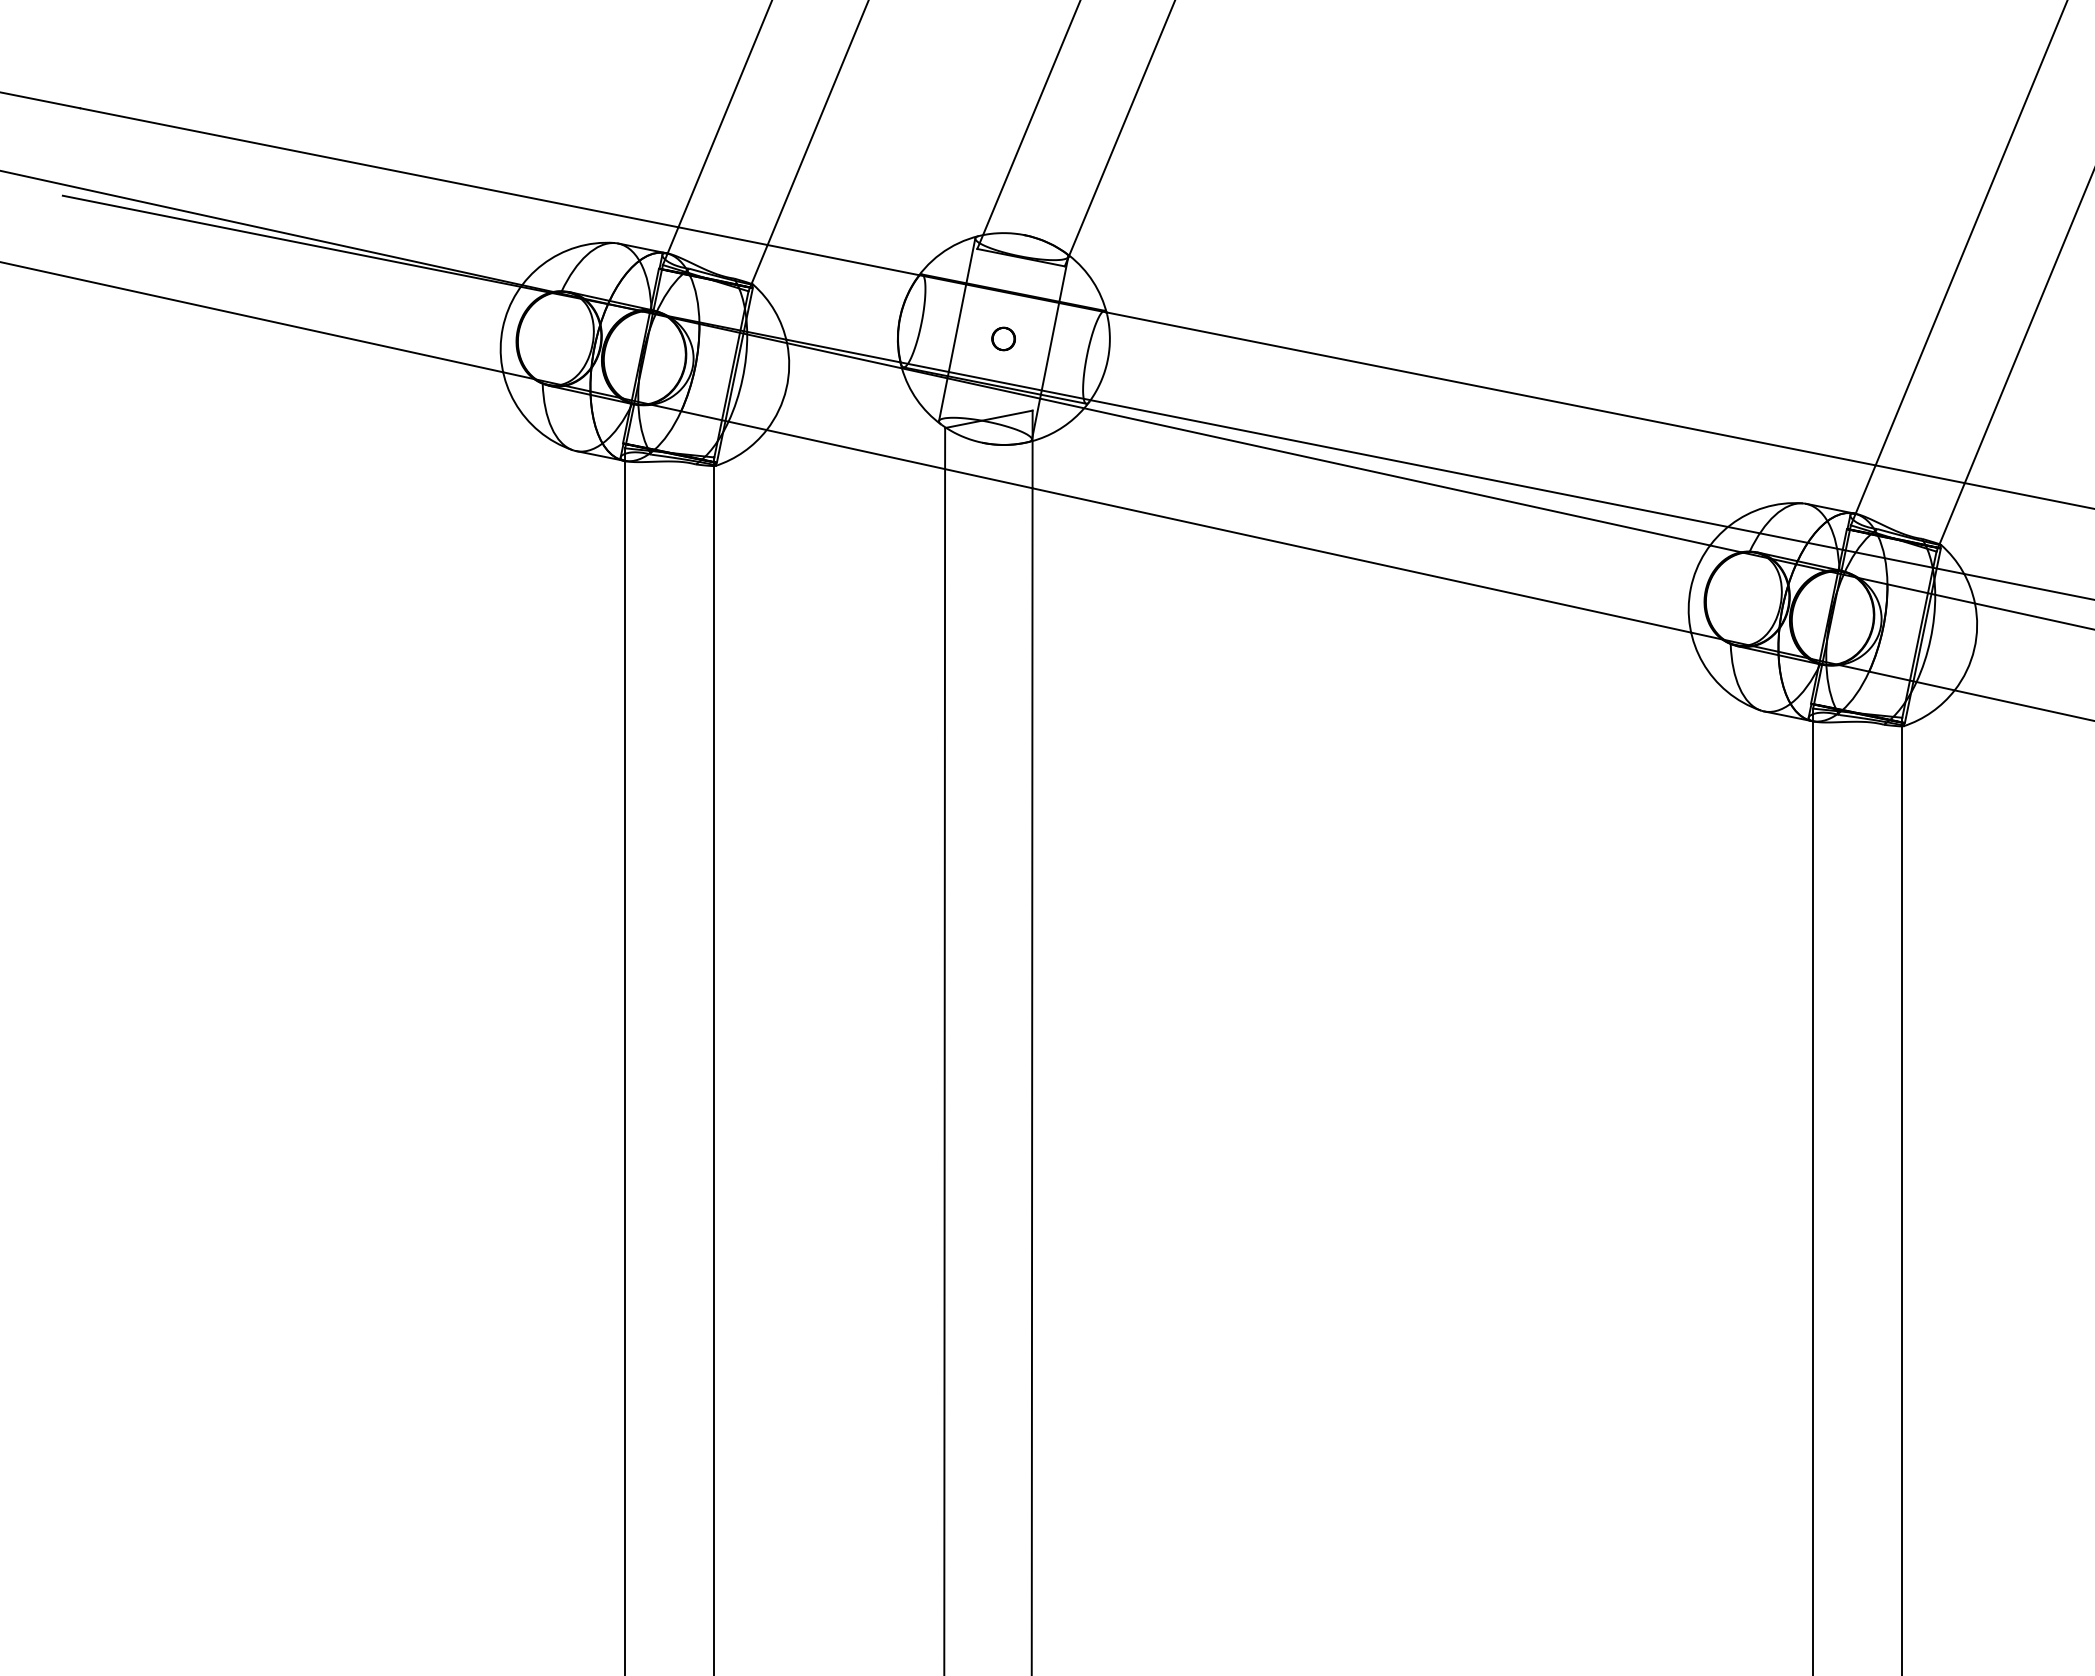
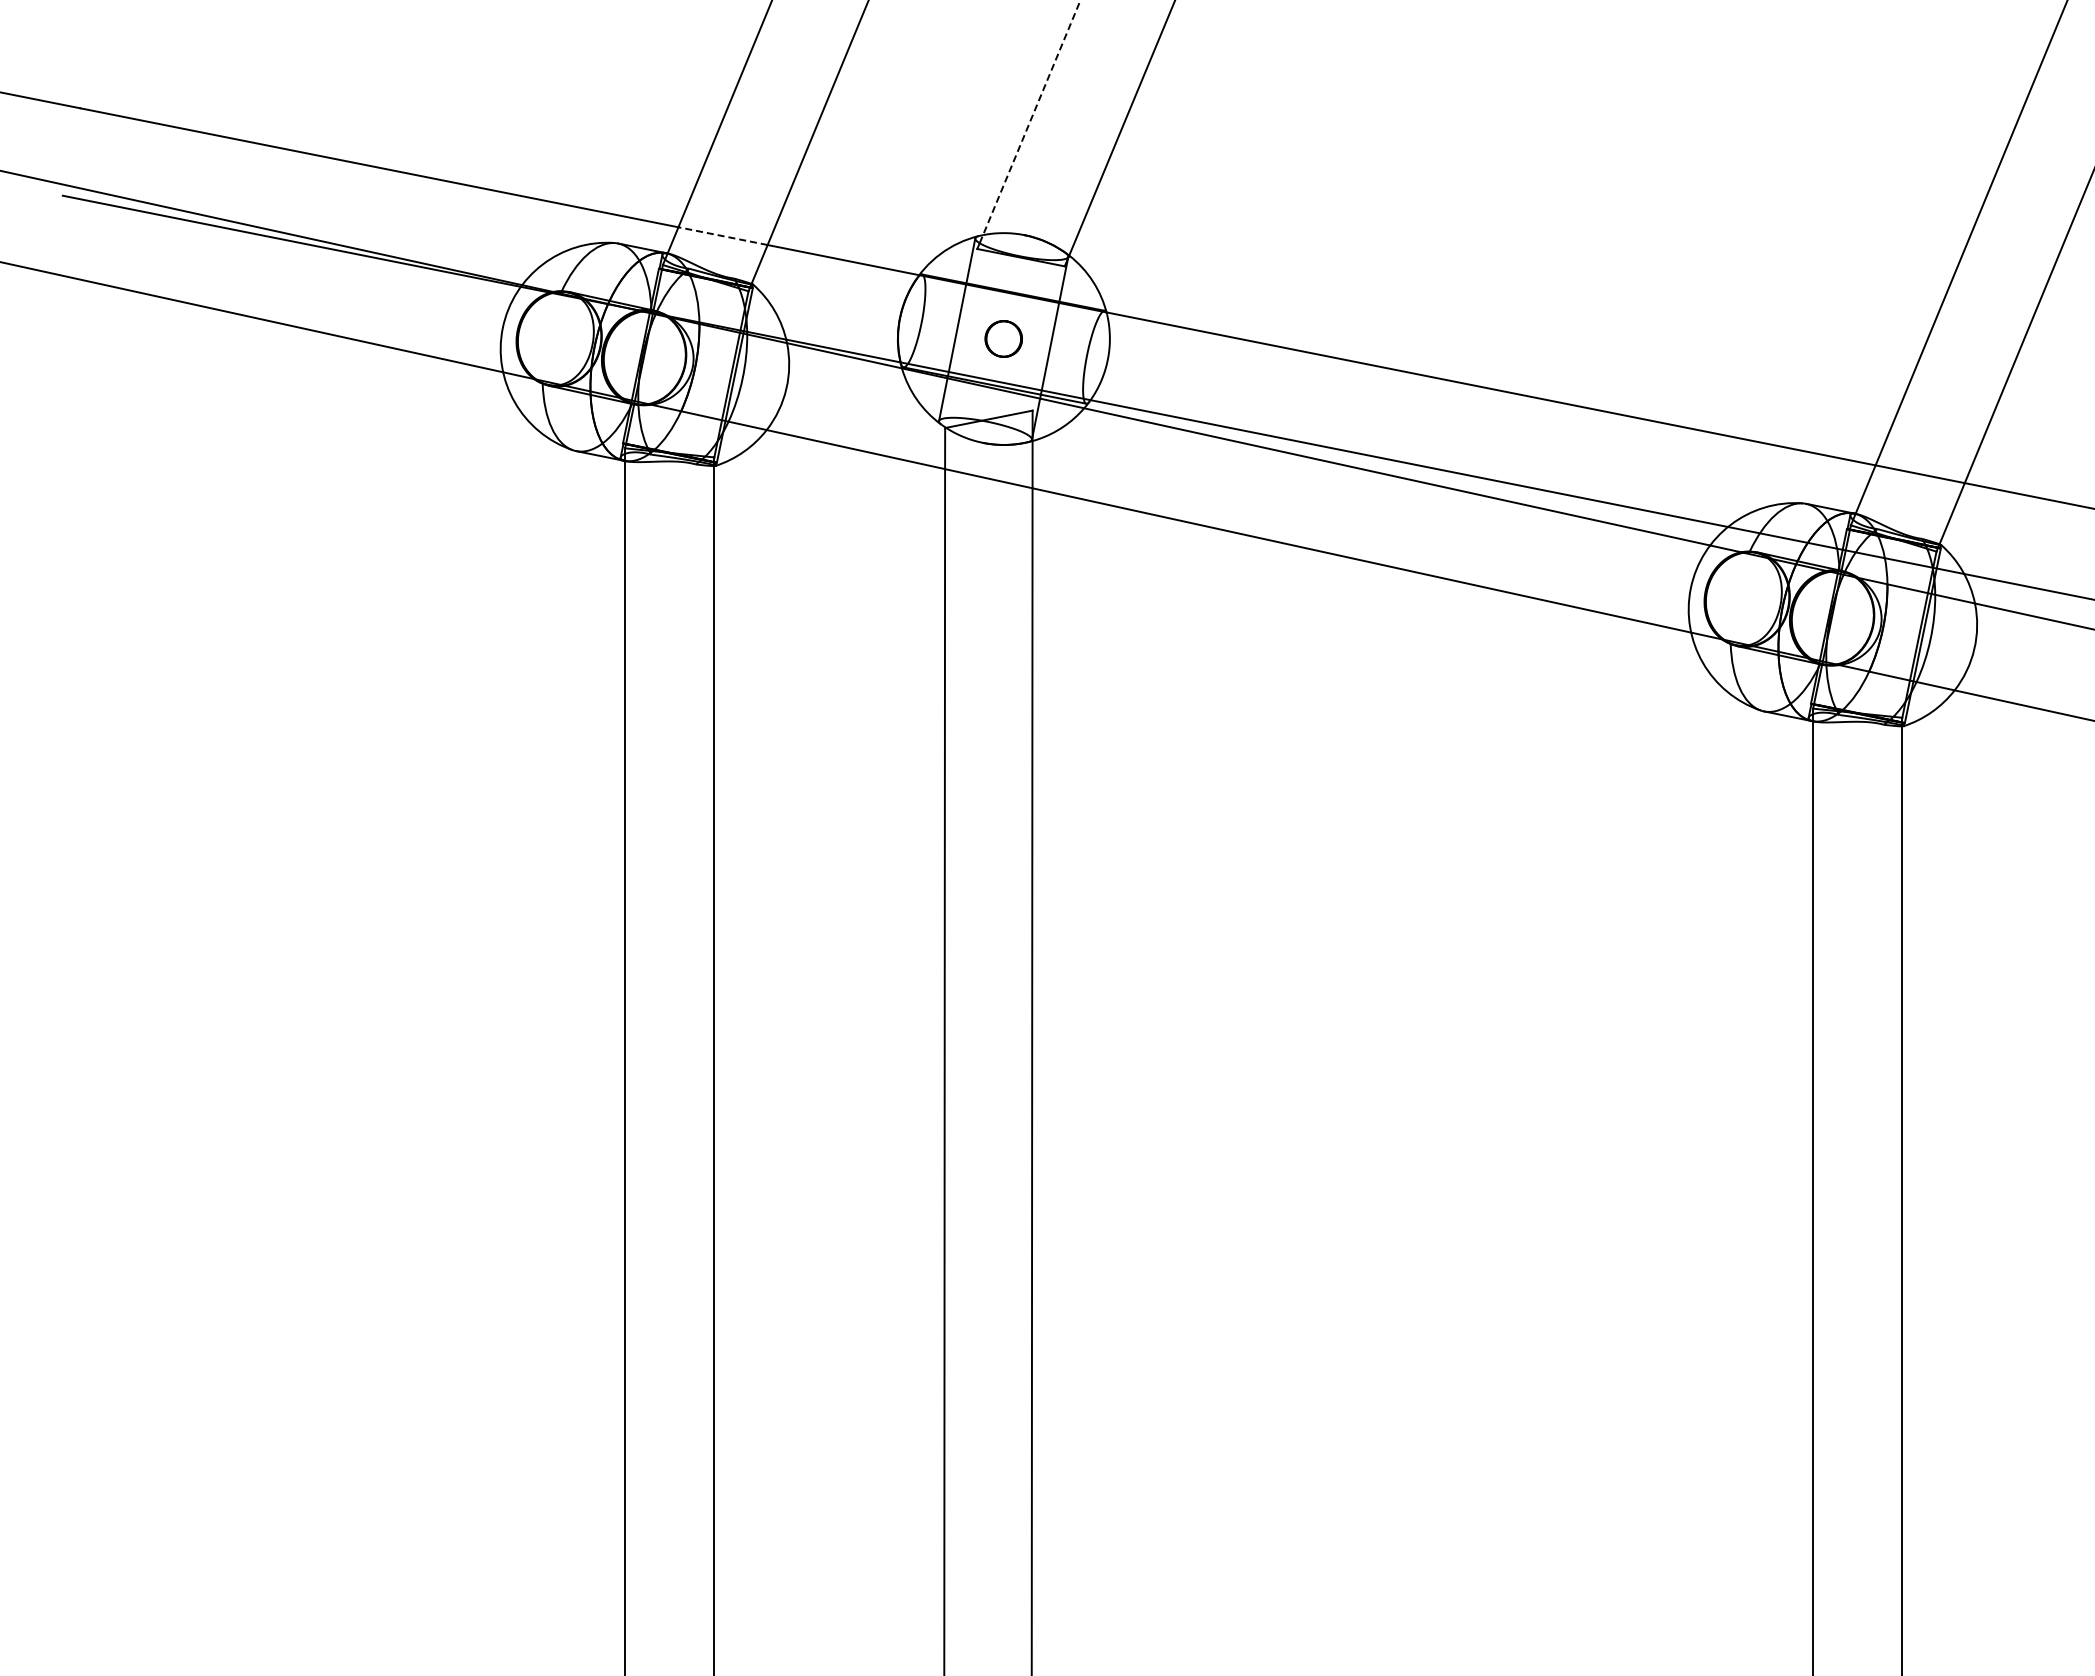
line at (1030, 121): solid -> dashed
line at (722, 236): solid -> dashed
part at (1003, 338) size: 25x26 px -> 39x38 px
